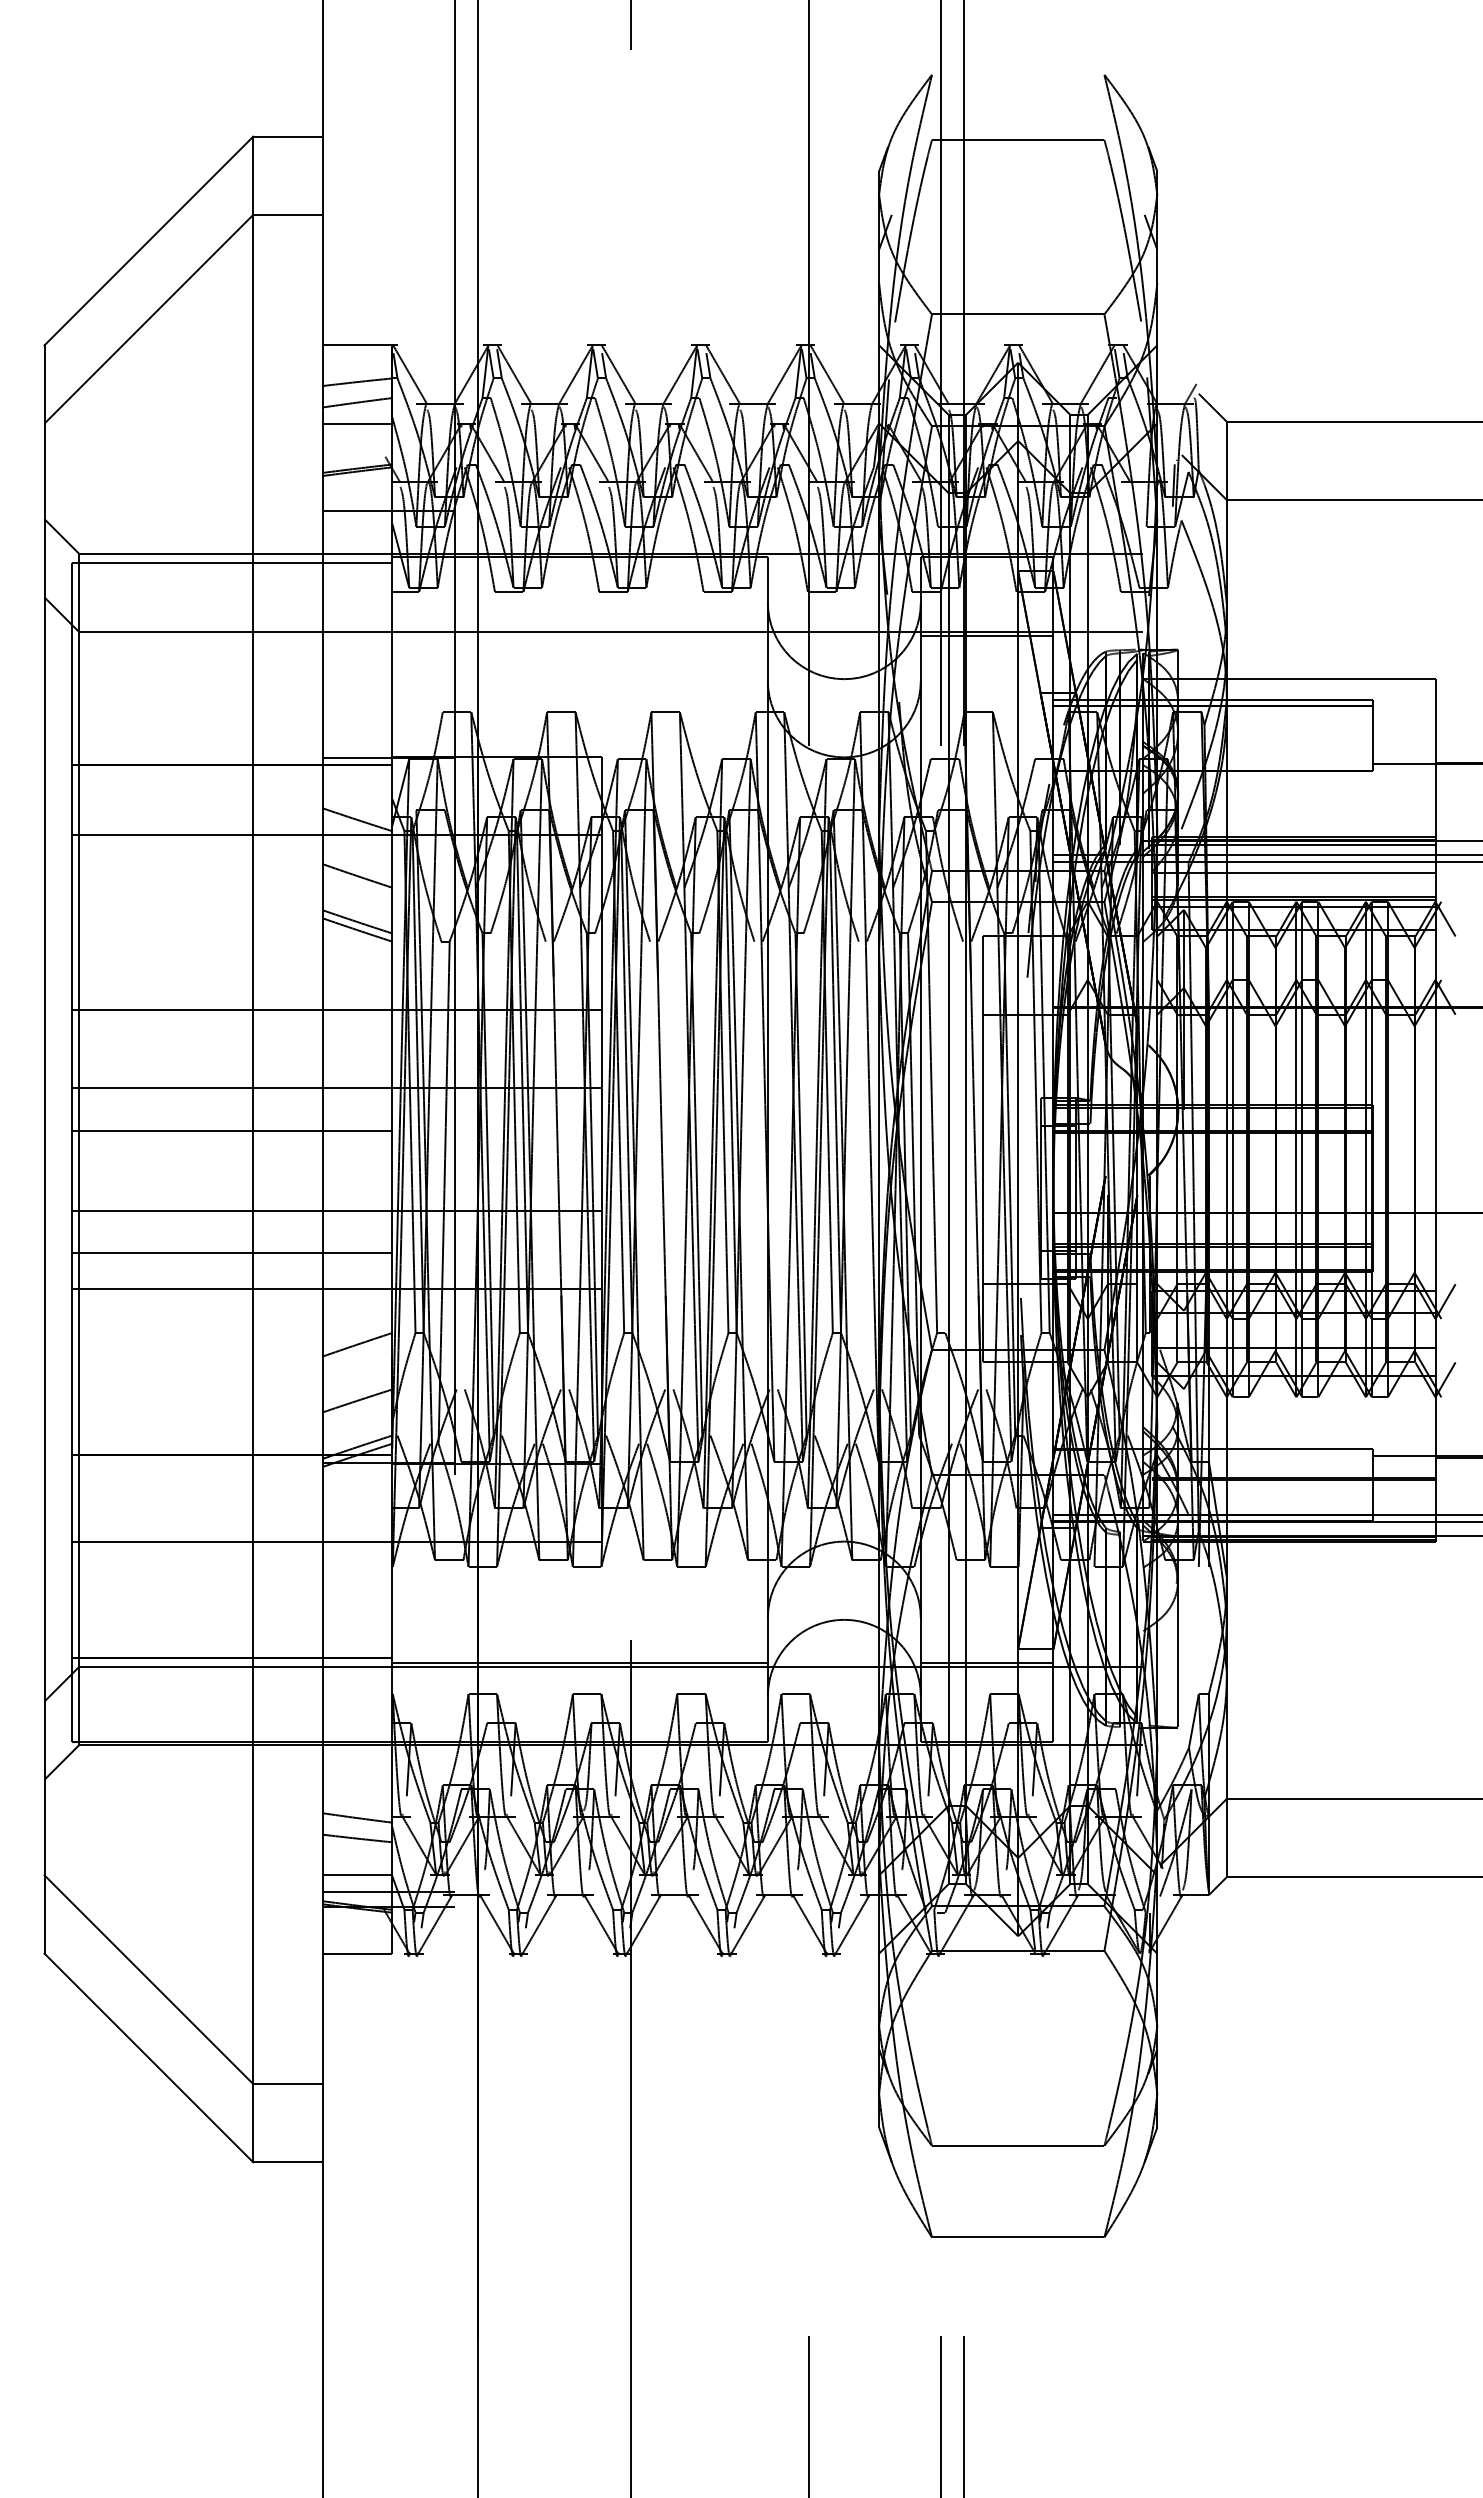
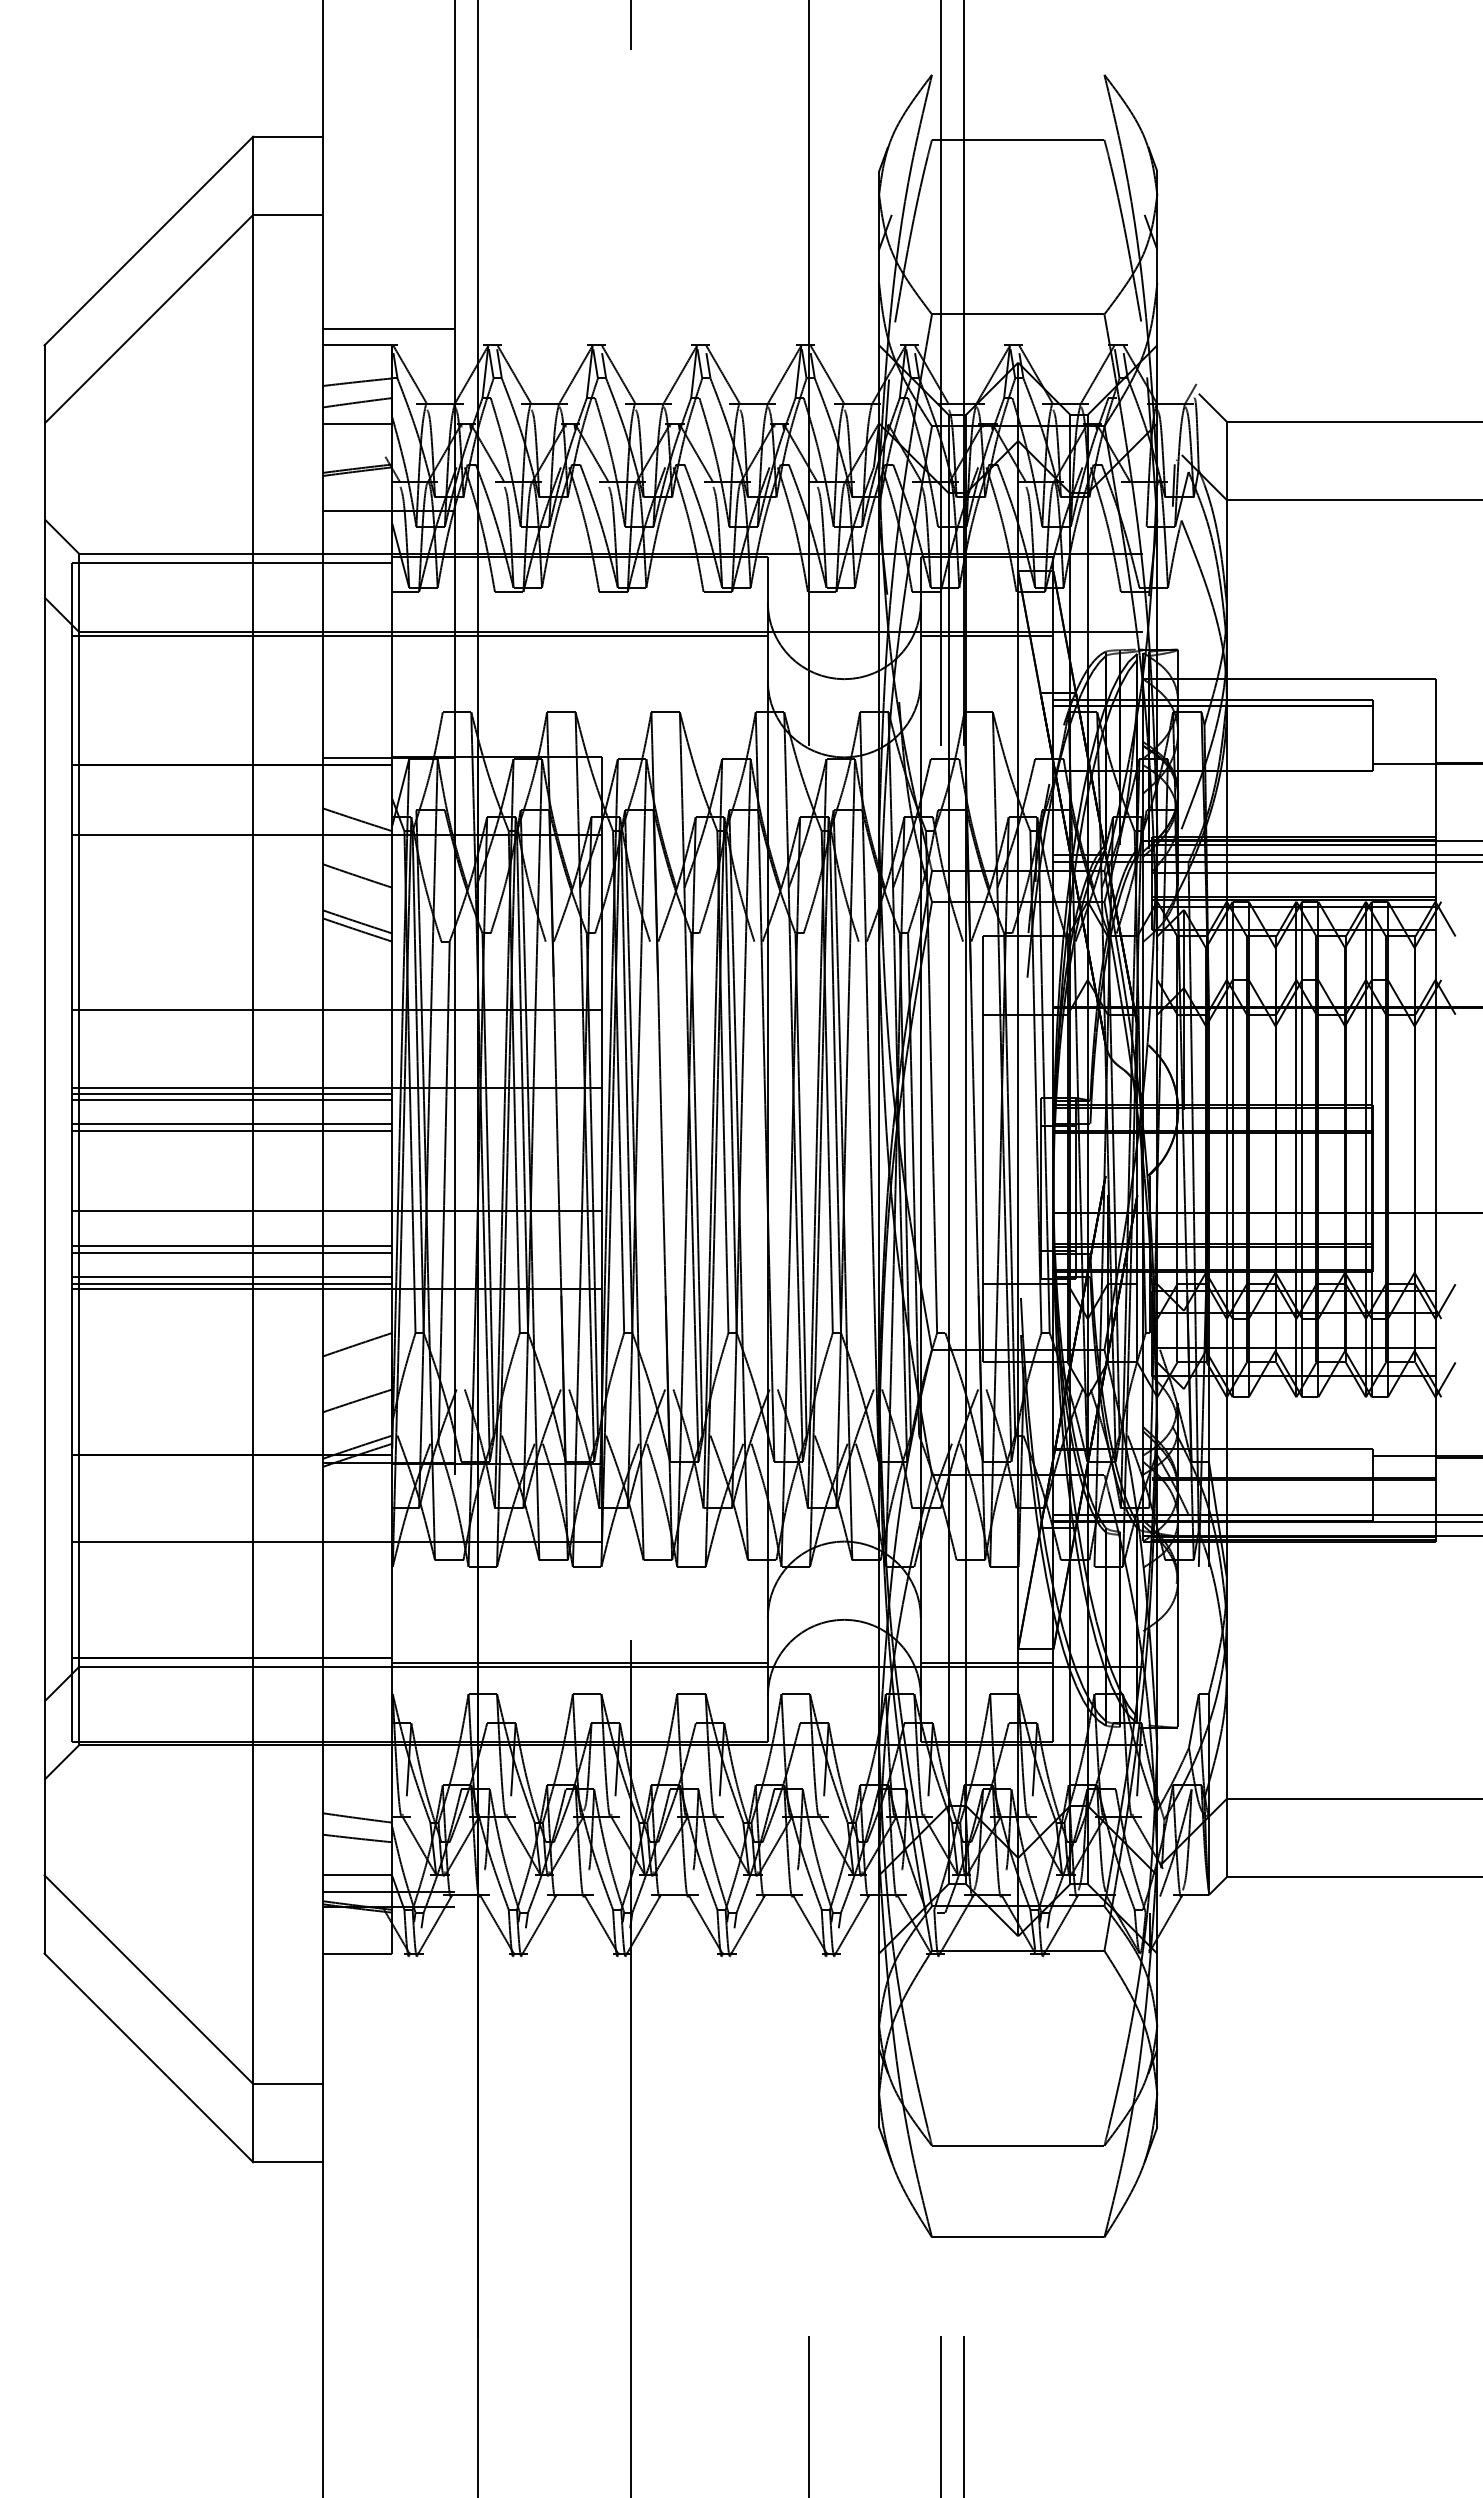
line at (388, 328): none -> present
line at (419, 635): none -> present
line at (232, 1093): none -> present
line at (232, 1100): none -> present
line at (232, 1123): none -> present
line at (232, 1246): none -> present
line at (232, 1276): none -> present
line at (232, 1283): none -> present
